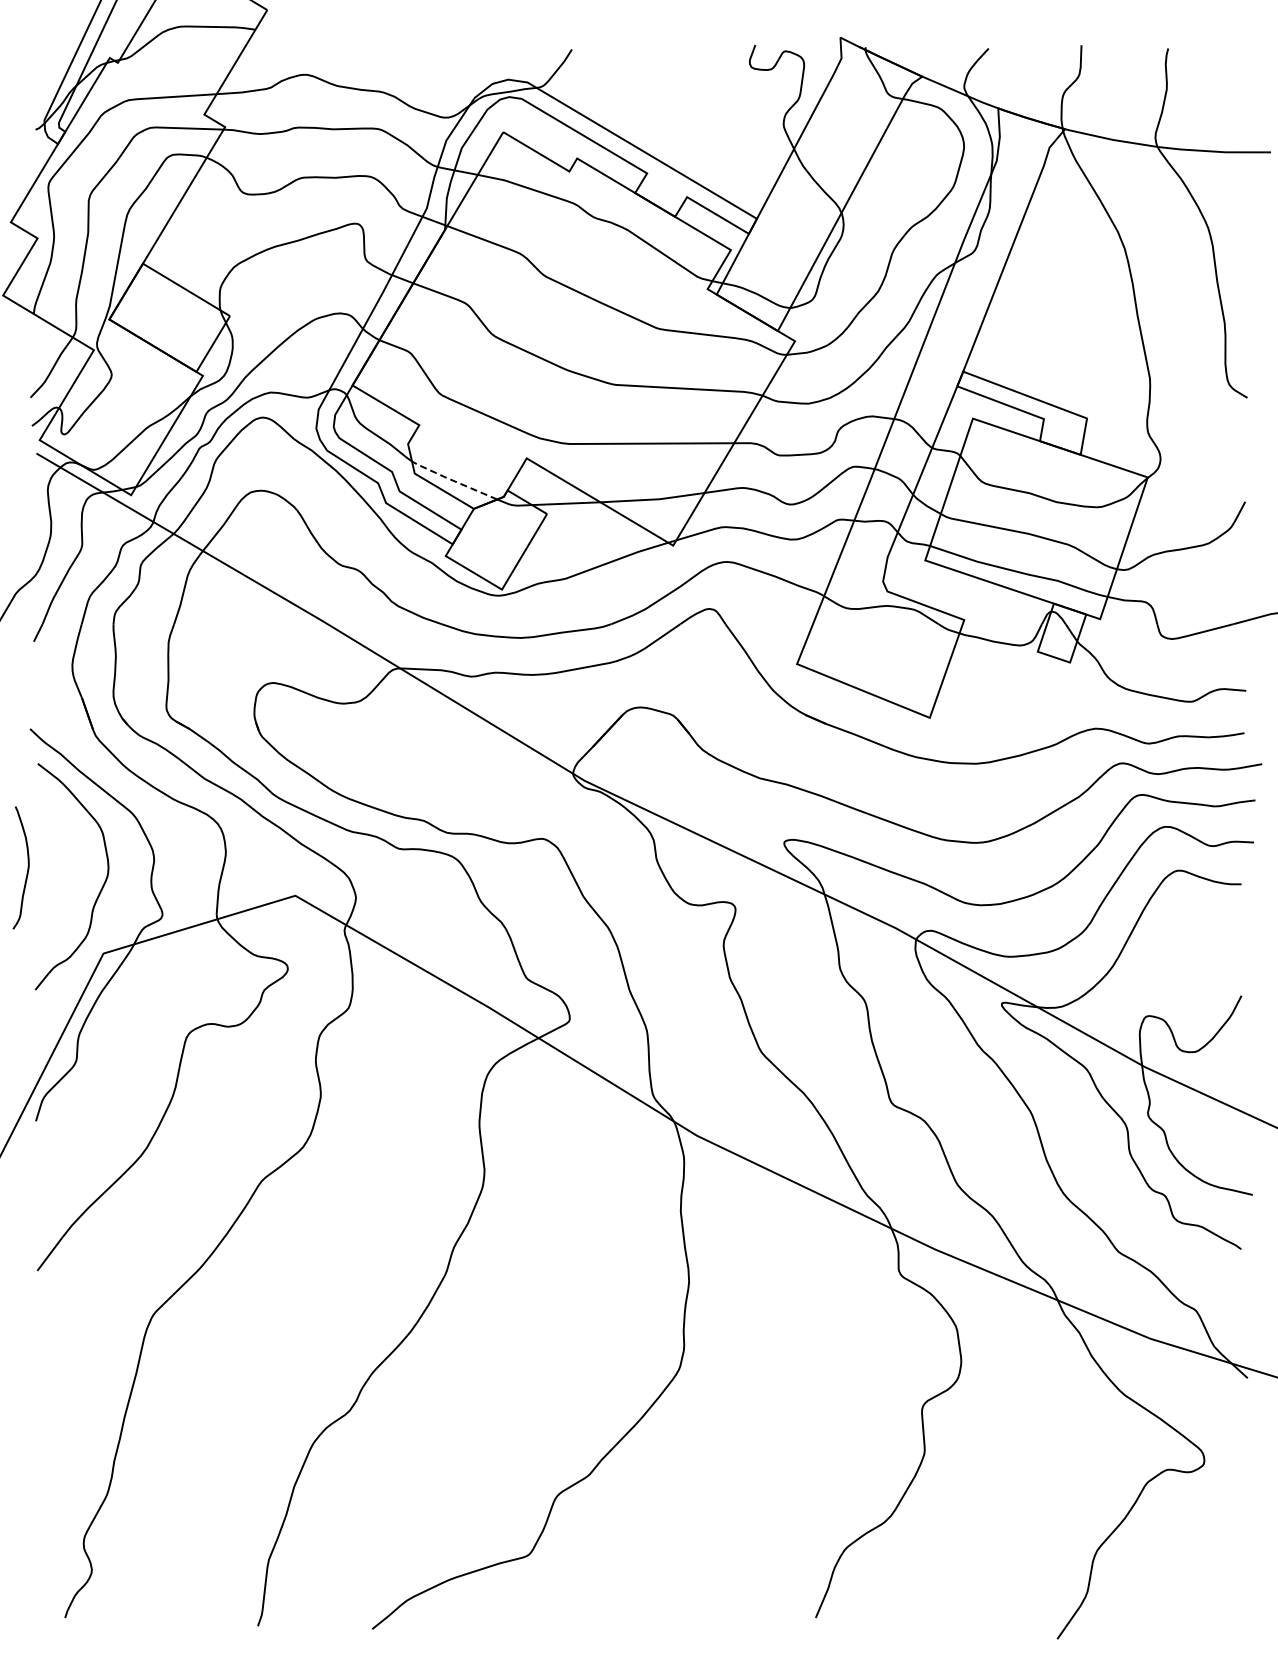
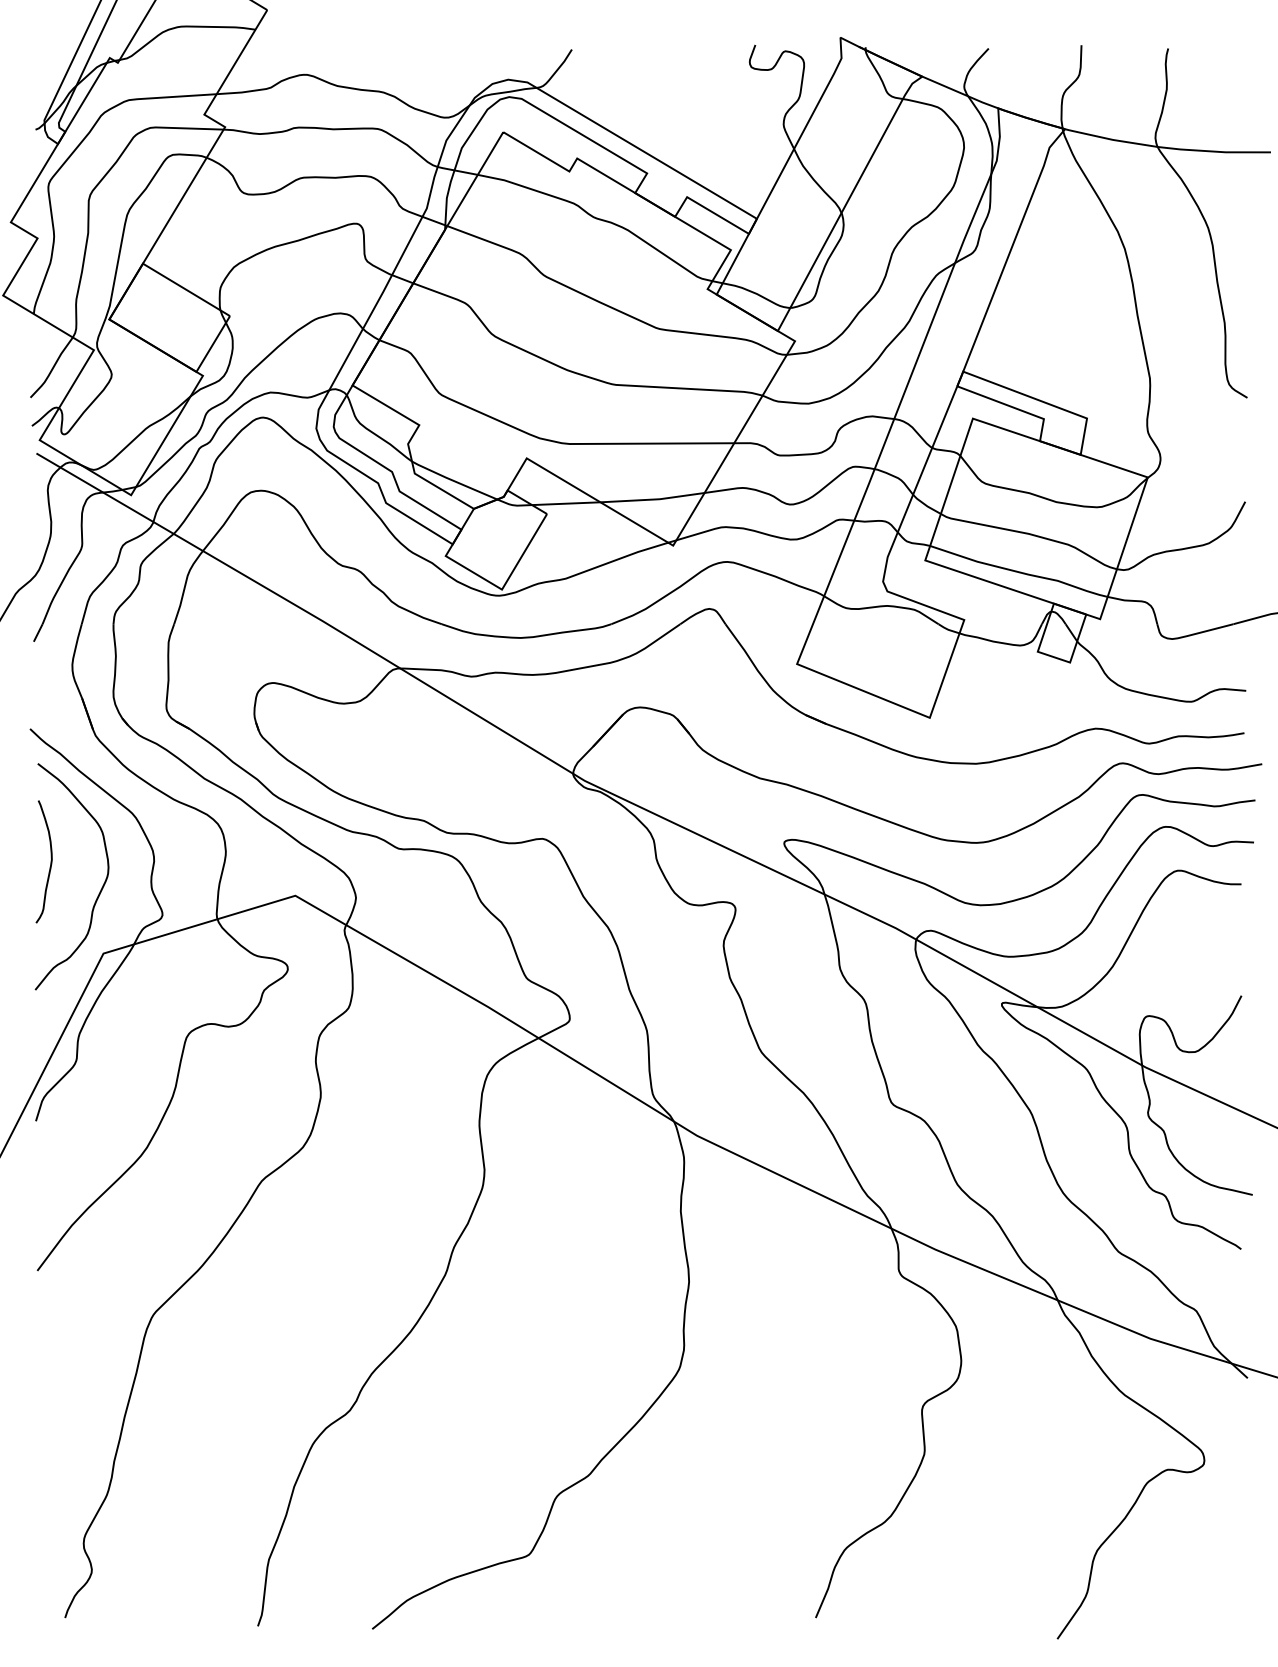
line at (453, 480): dashed -> solid
curve at (27, 867) position: (27, 867) -> (50, 861)
